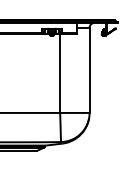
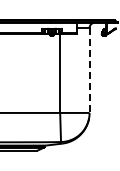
line at (89, 70): solid -> dashed
